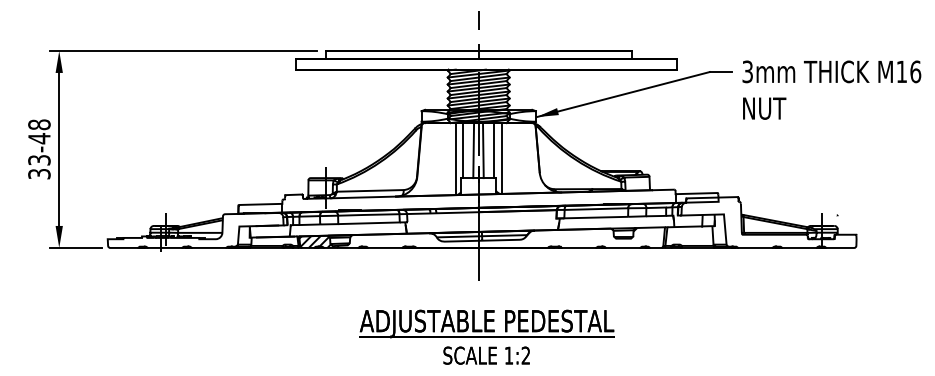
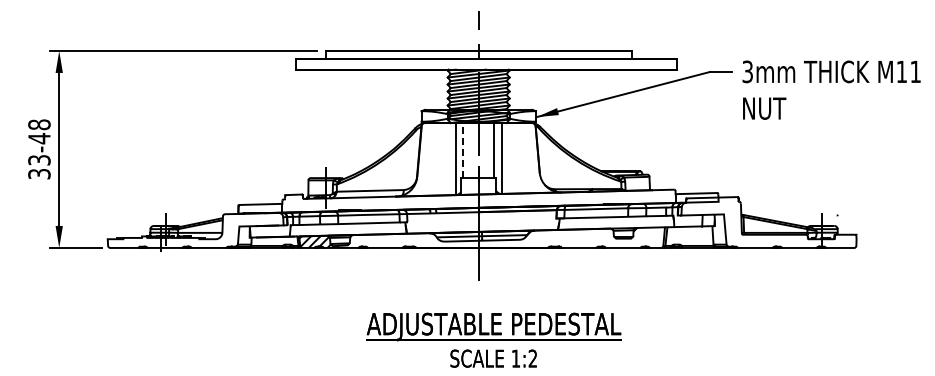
text at (915, 71): M16 -> M11
line at (463, 150): solid -> dashed
line at (473, 150): present -> none
line at (482, 150): present -> none
part at (486, 336) position: (486, 336) -> (493, 339)
